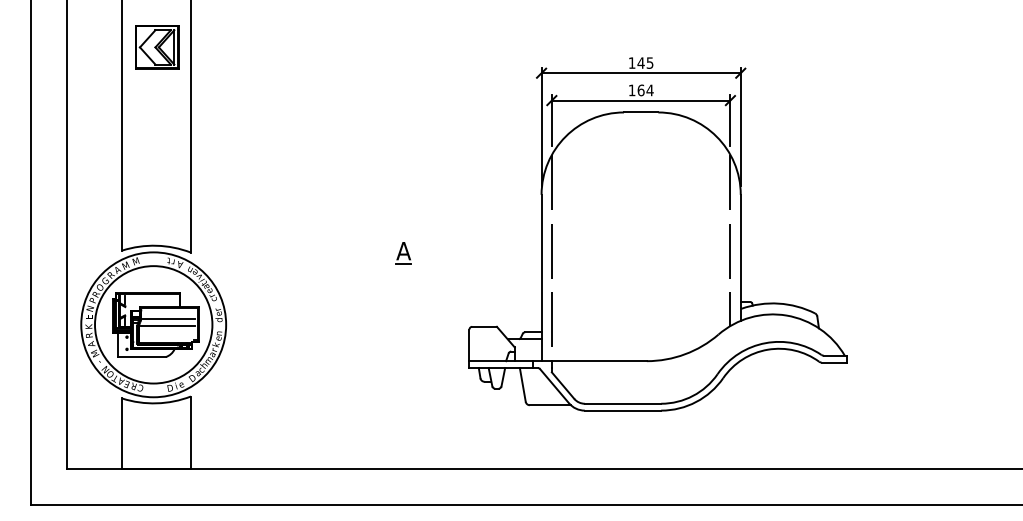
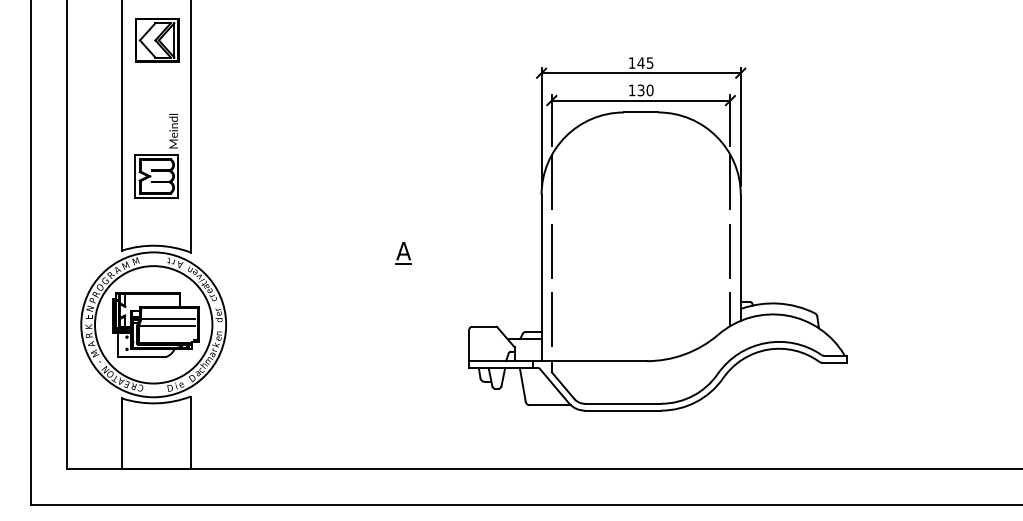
part at (157, 47) position: (157, 47) -> (157, 40)
text at (645, 90): 164 -> 130
part at (156, 156): none -> present
